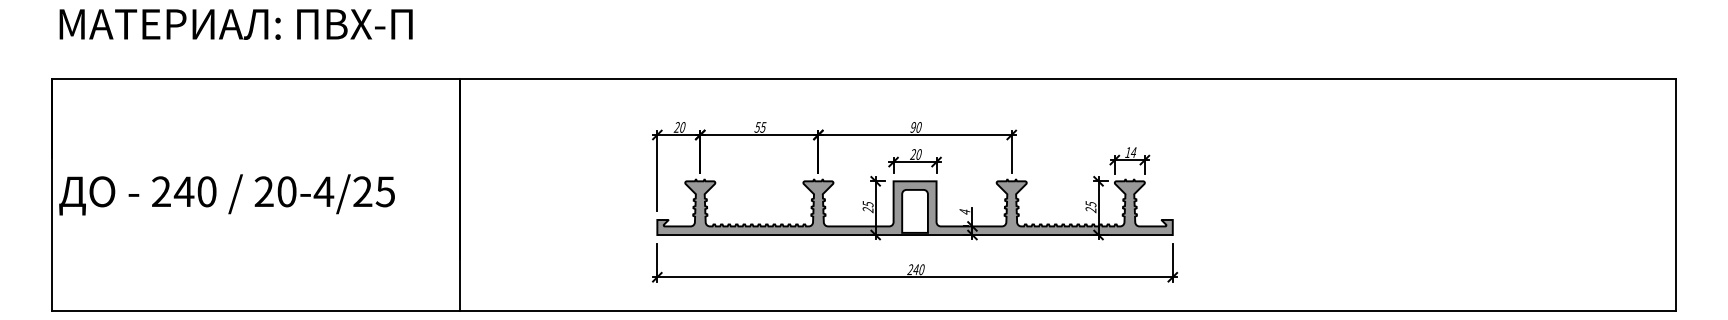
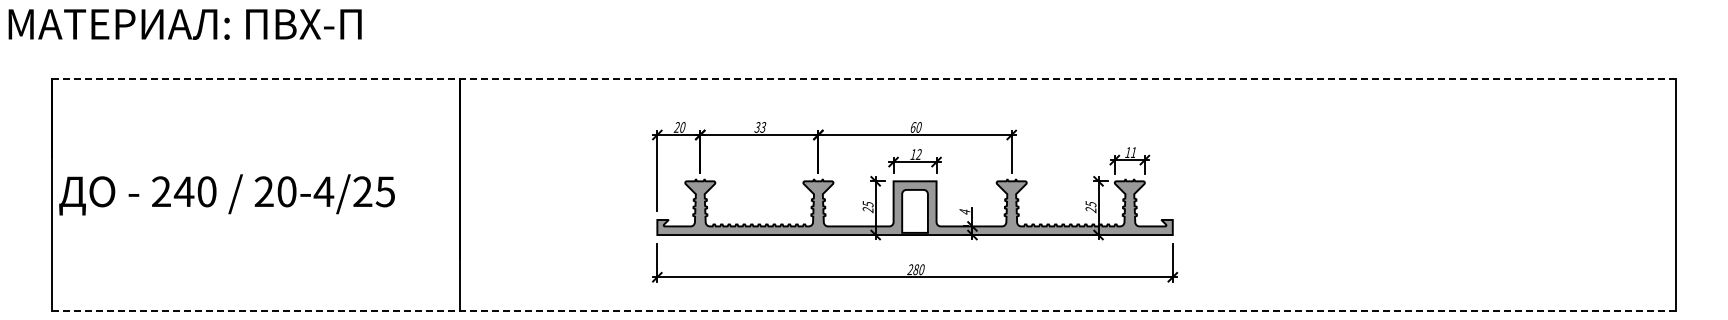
text at (235, 24) position: (235, 24) -> (184, 24)
line at (864, 78): solid -> dashed
text at (761, 126): 55 -> 33
text at (913, 127): 90 -> 60
text at (1133, 152): 14 -> 11
text at (915, 154): 20 -> 12
text at (916, 269): 240 -> 280
line at (864, 310): solid -> dashed
